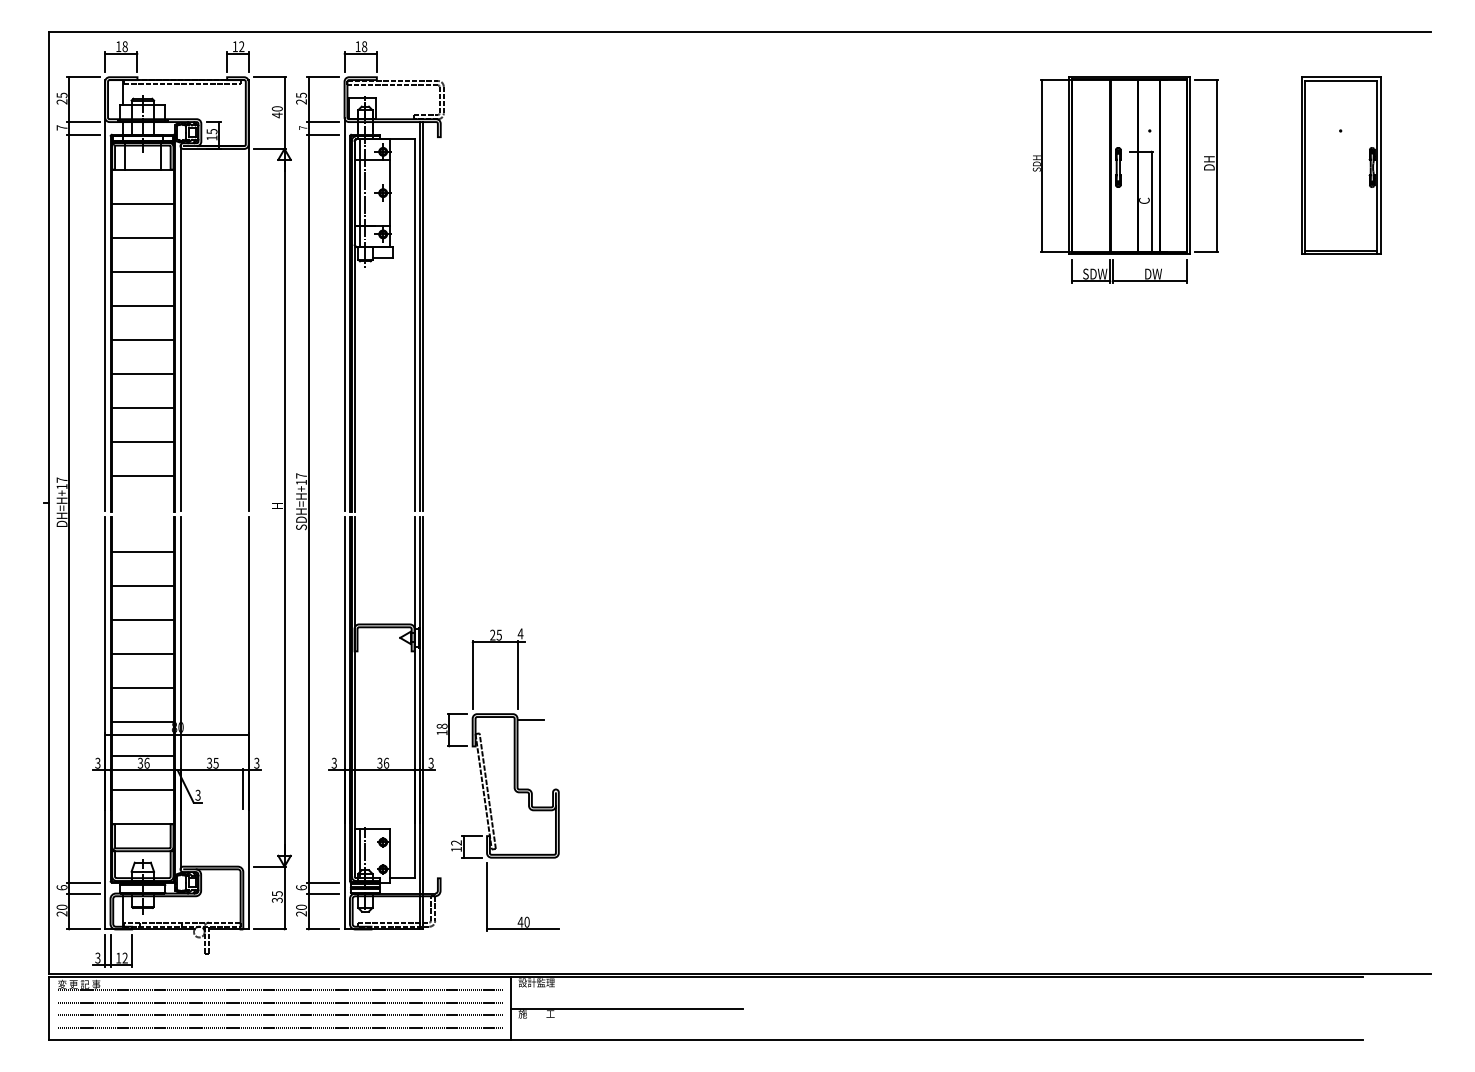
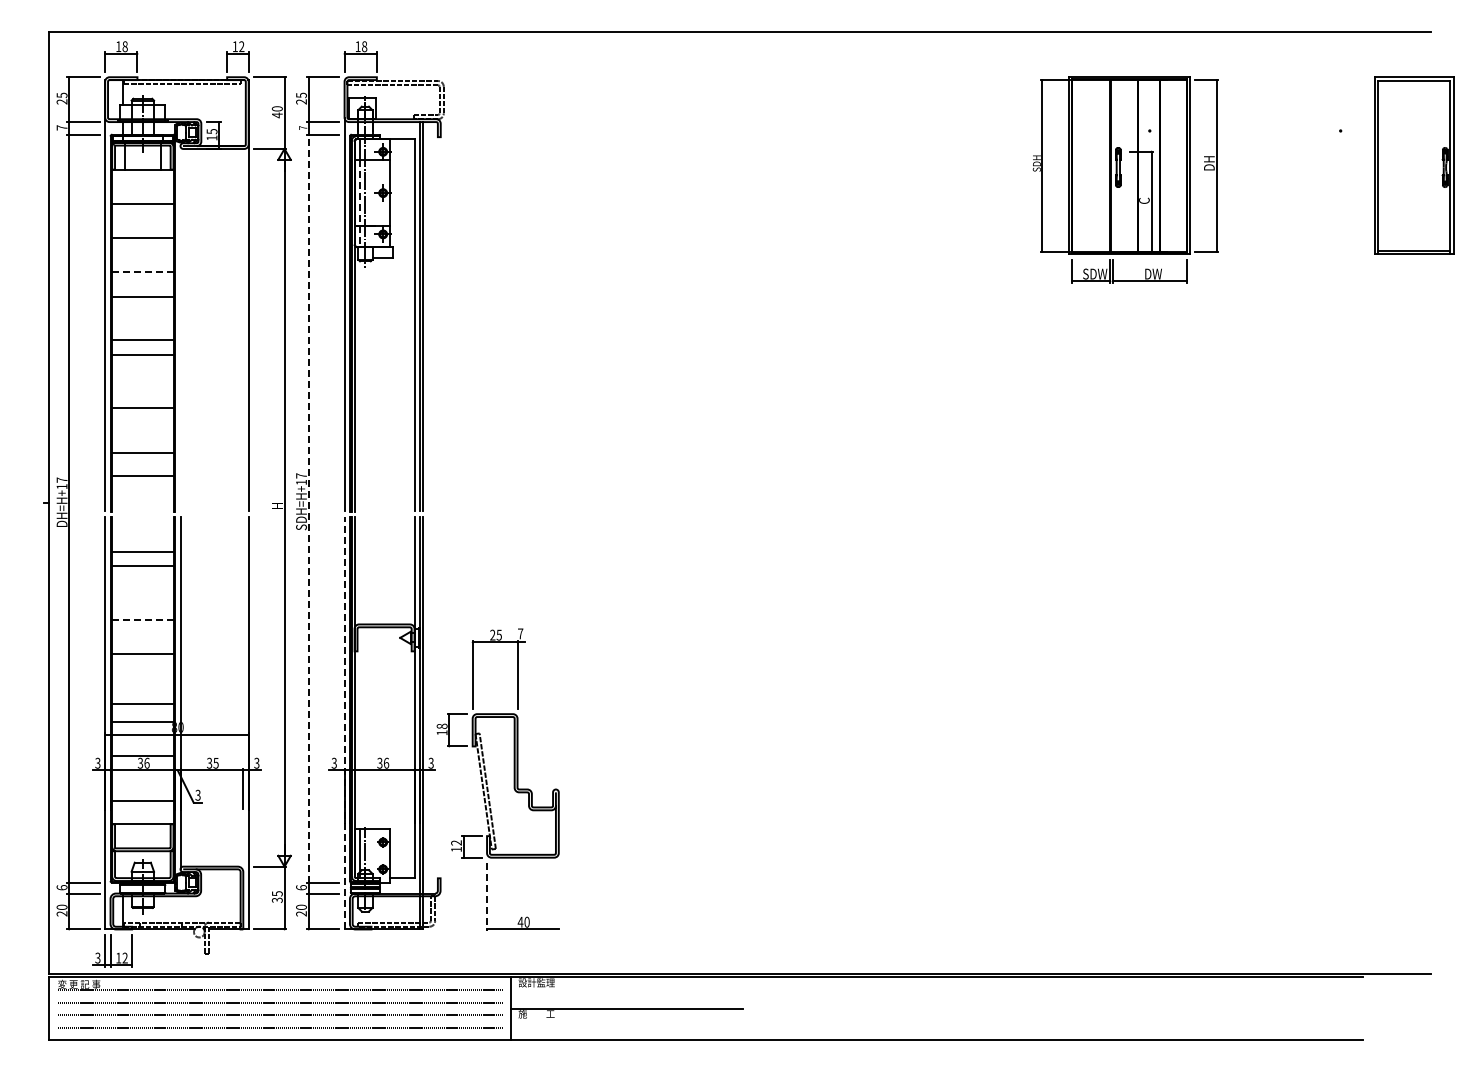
part at (1341, 165) position: (1341, 165) -> (1414, 165)
line at (360, 204): solid -> dashed
line at (143, 271): solid -> dashed
line at (142, 305) position: (142, 305) -> (142, 296)
line at (180, 328): present -> none
line at (142, 374) position: (142, 374) -> (142, 355)
line at (142, 442) position: (142, 442) -> (142, 453)
line at (308, 508): solid -> dashed
line at (142, 585) position: (142, 585) -> (142, 565)
line at (143, 619): solid -> dashed
text at (520, 633): 4 -> 7
line at (142, 687) position: (142, 687) -> (142, 703)
line at (530, 719): present -> none
line at (344, 722): solid -> dashed
line at (142, 790) position: (142, 790) -> (142, 801)
line at (487, 897): solid -> dashed
